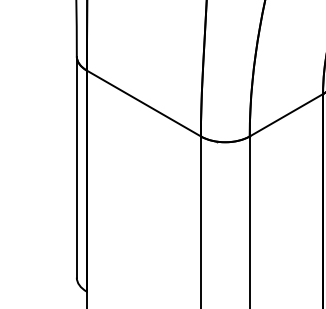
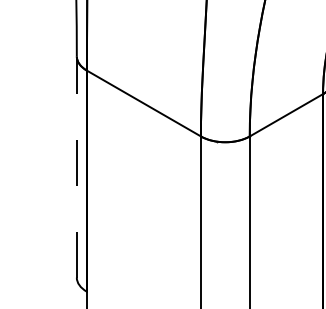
line at (76, 167): solid -> dashed
